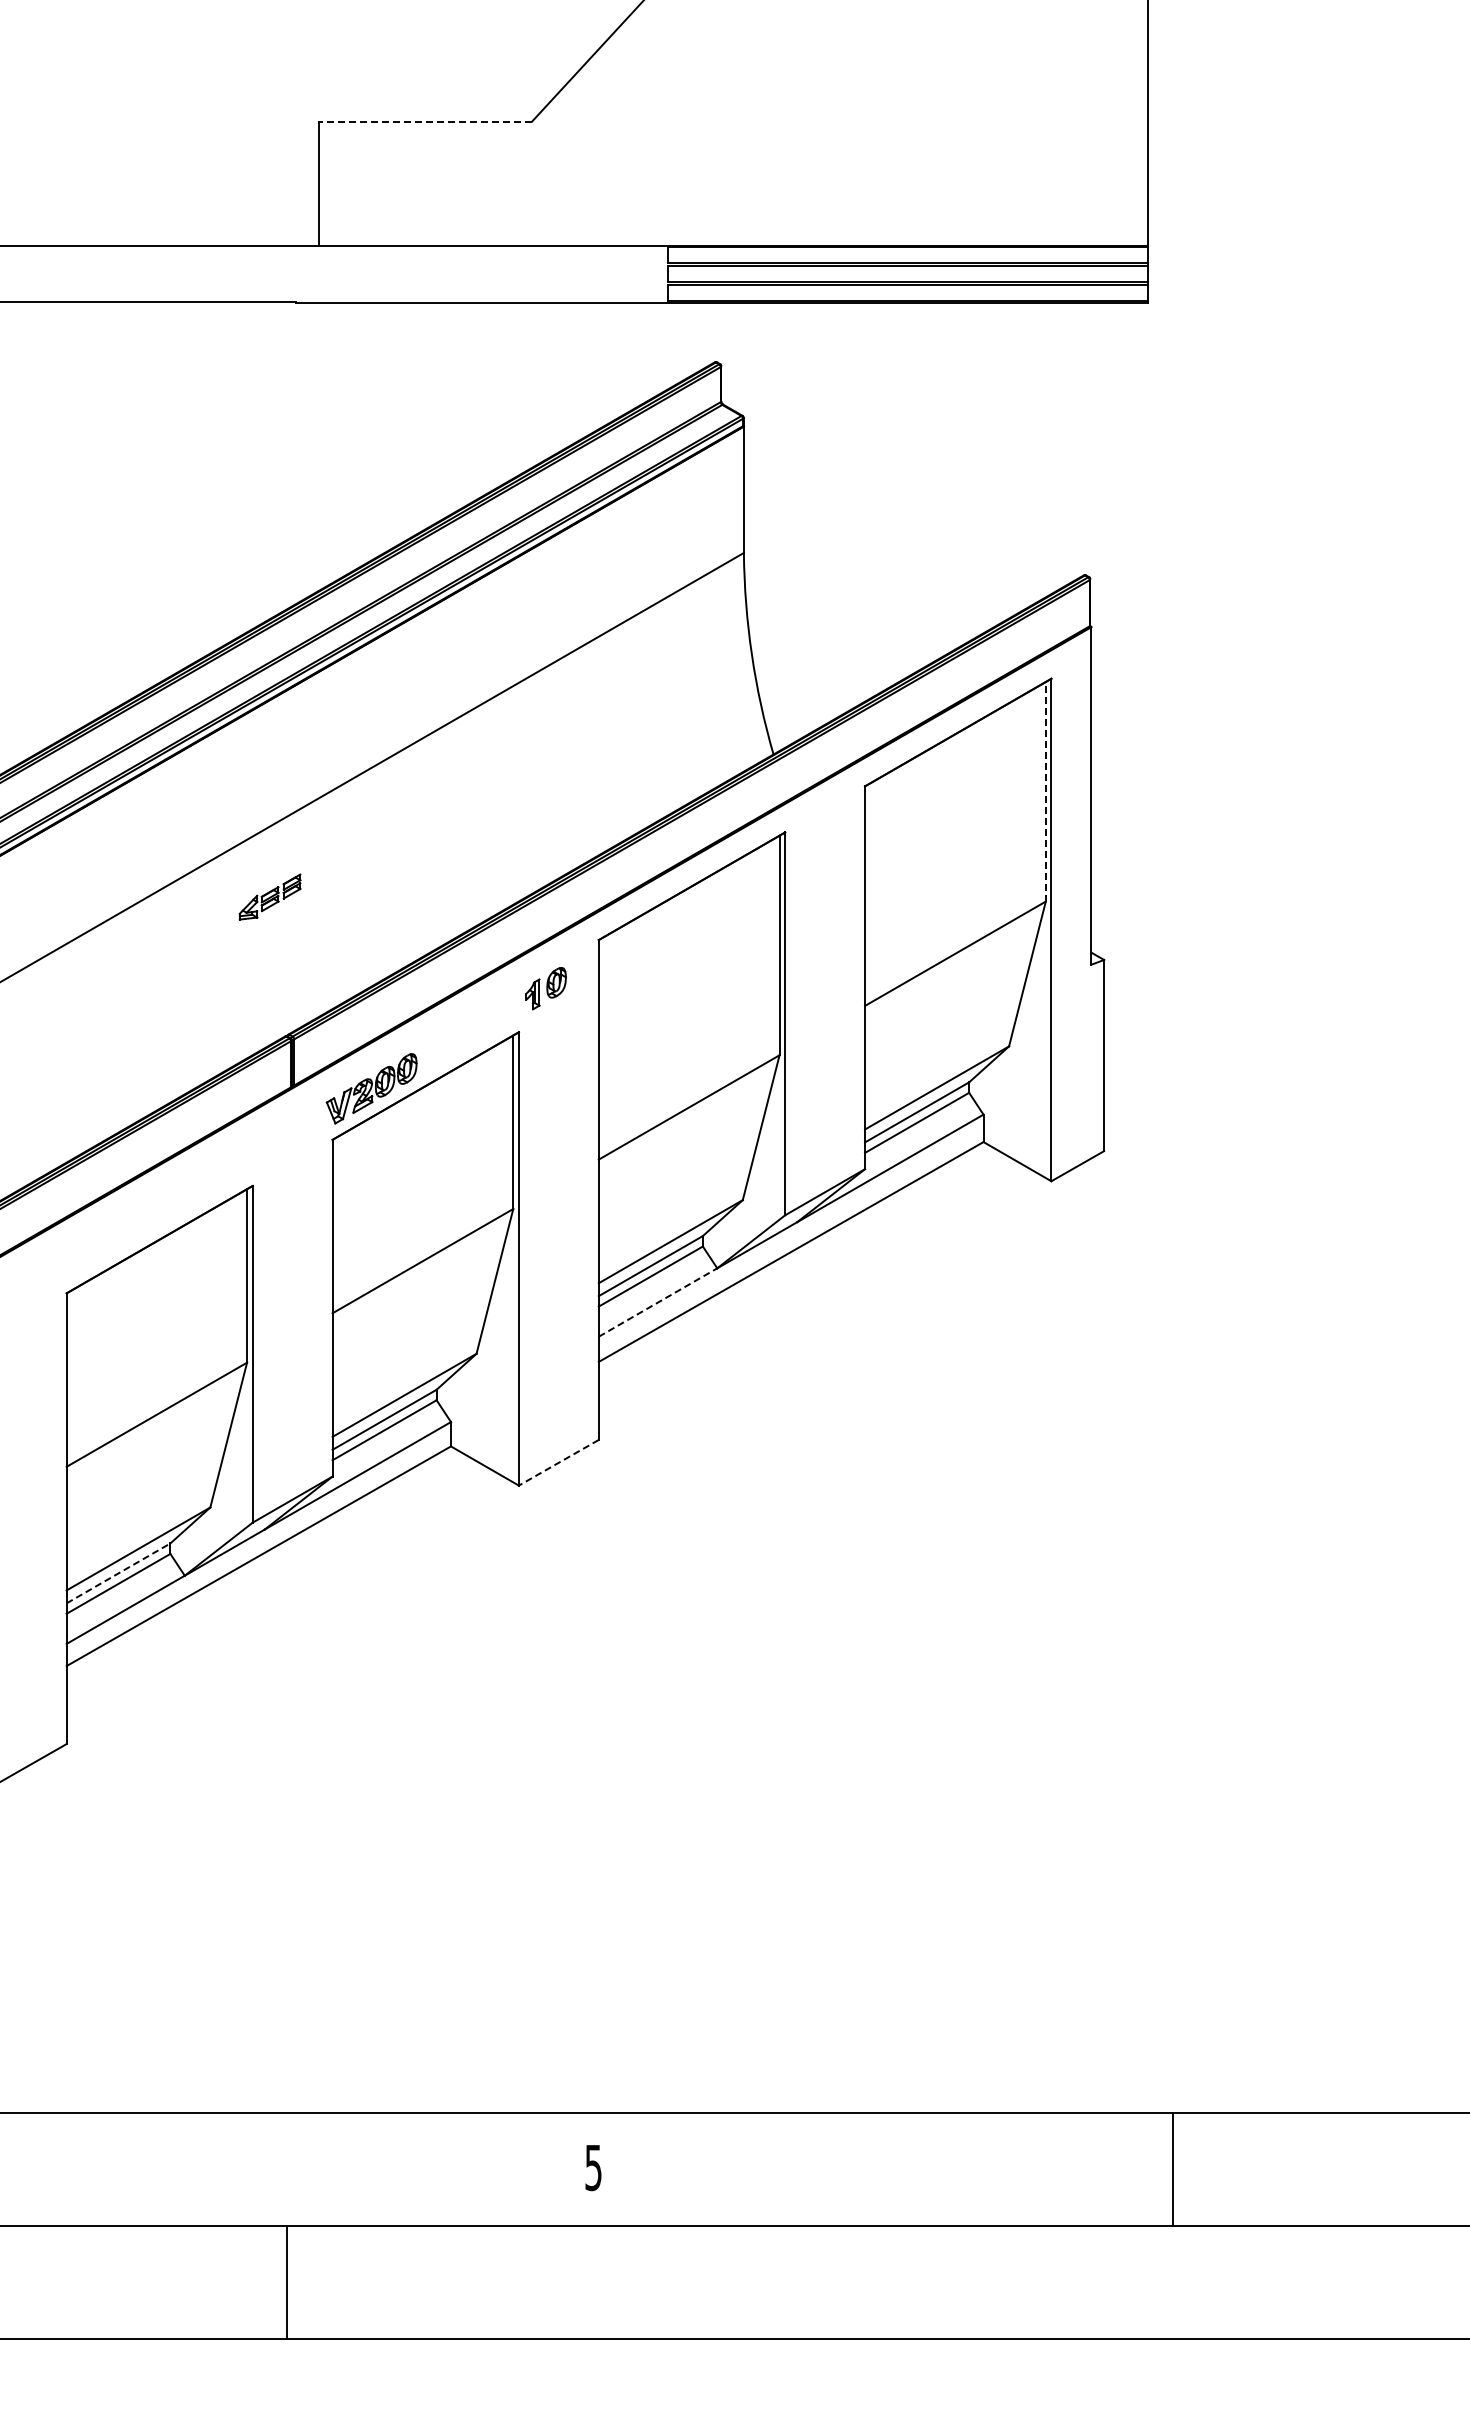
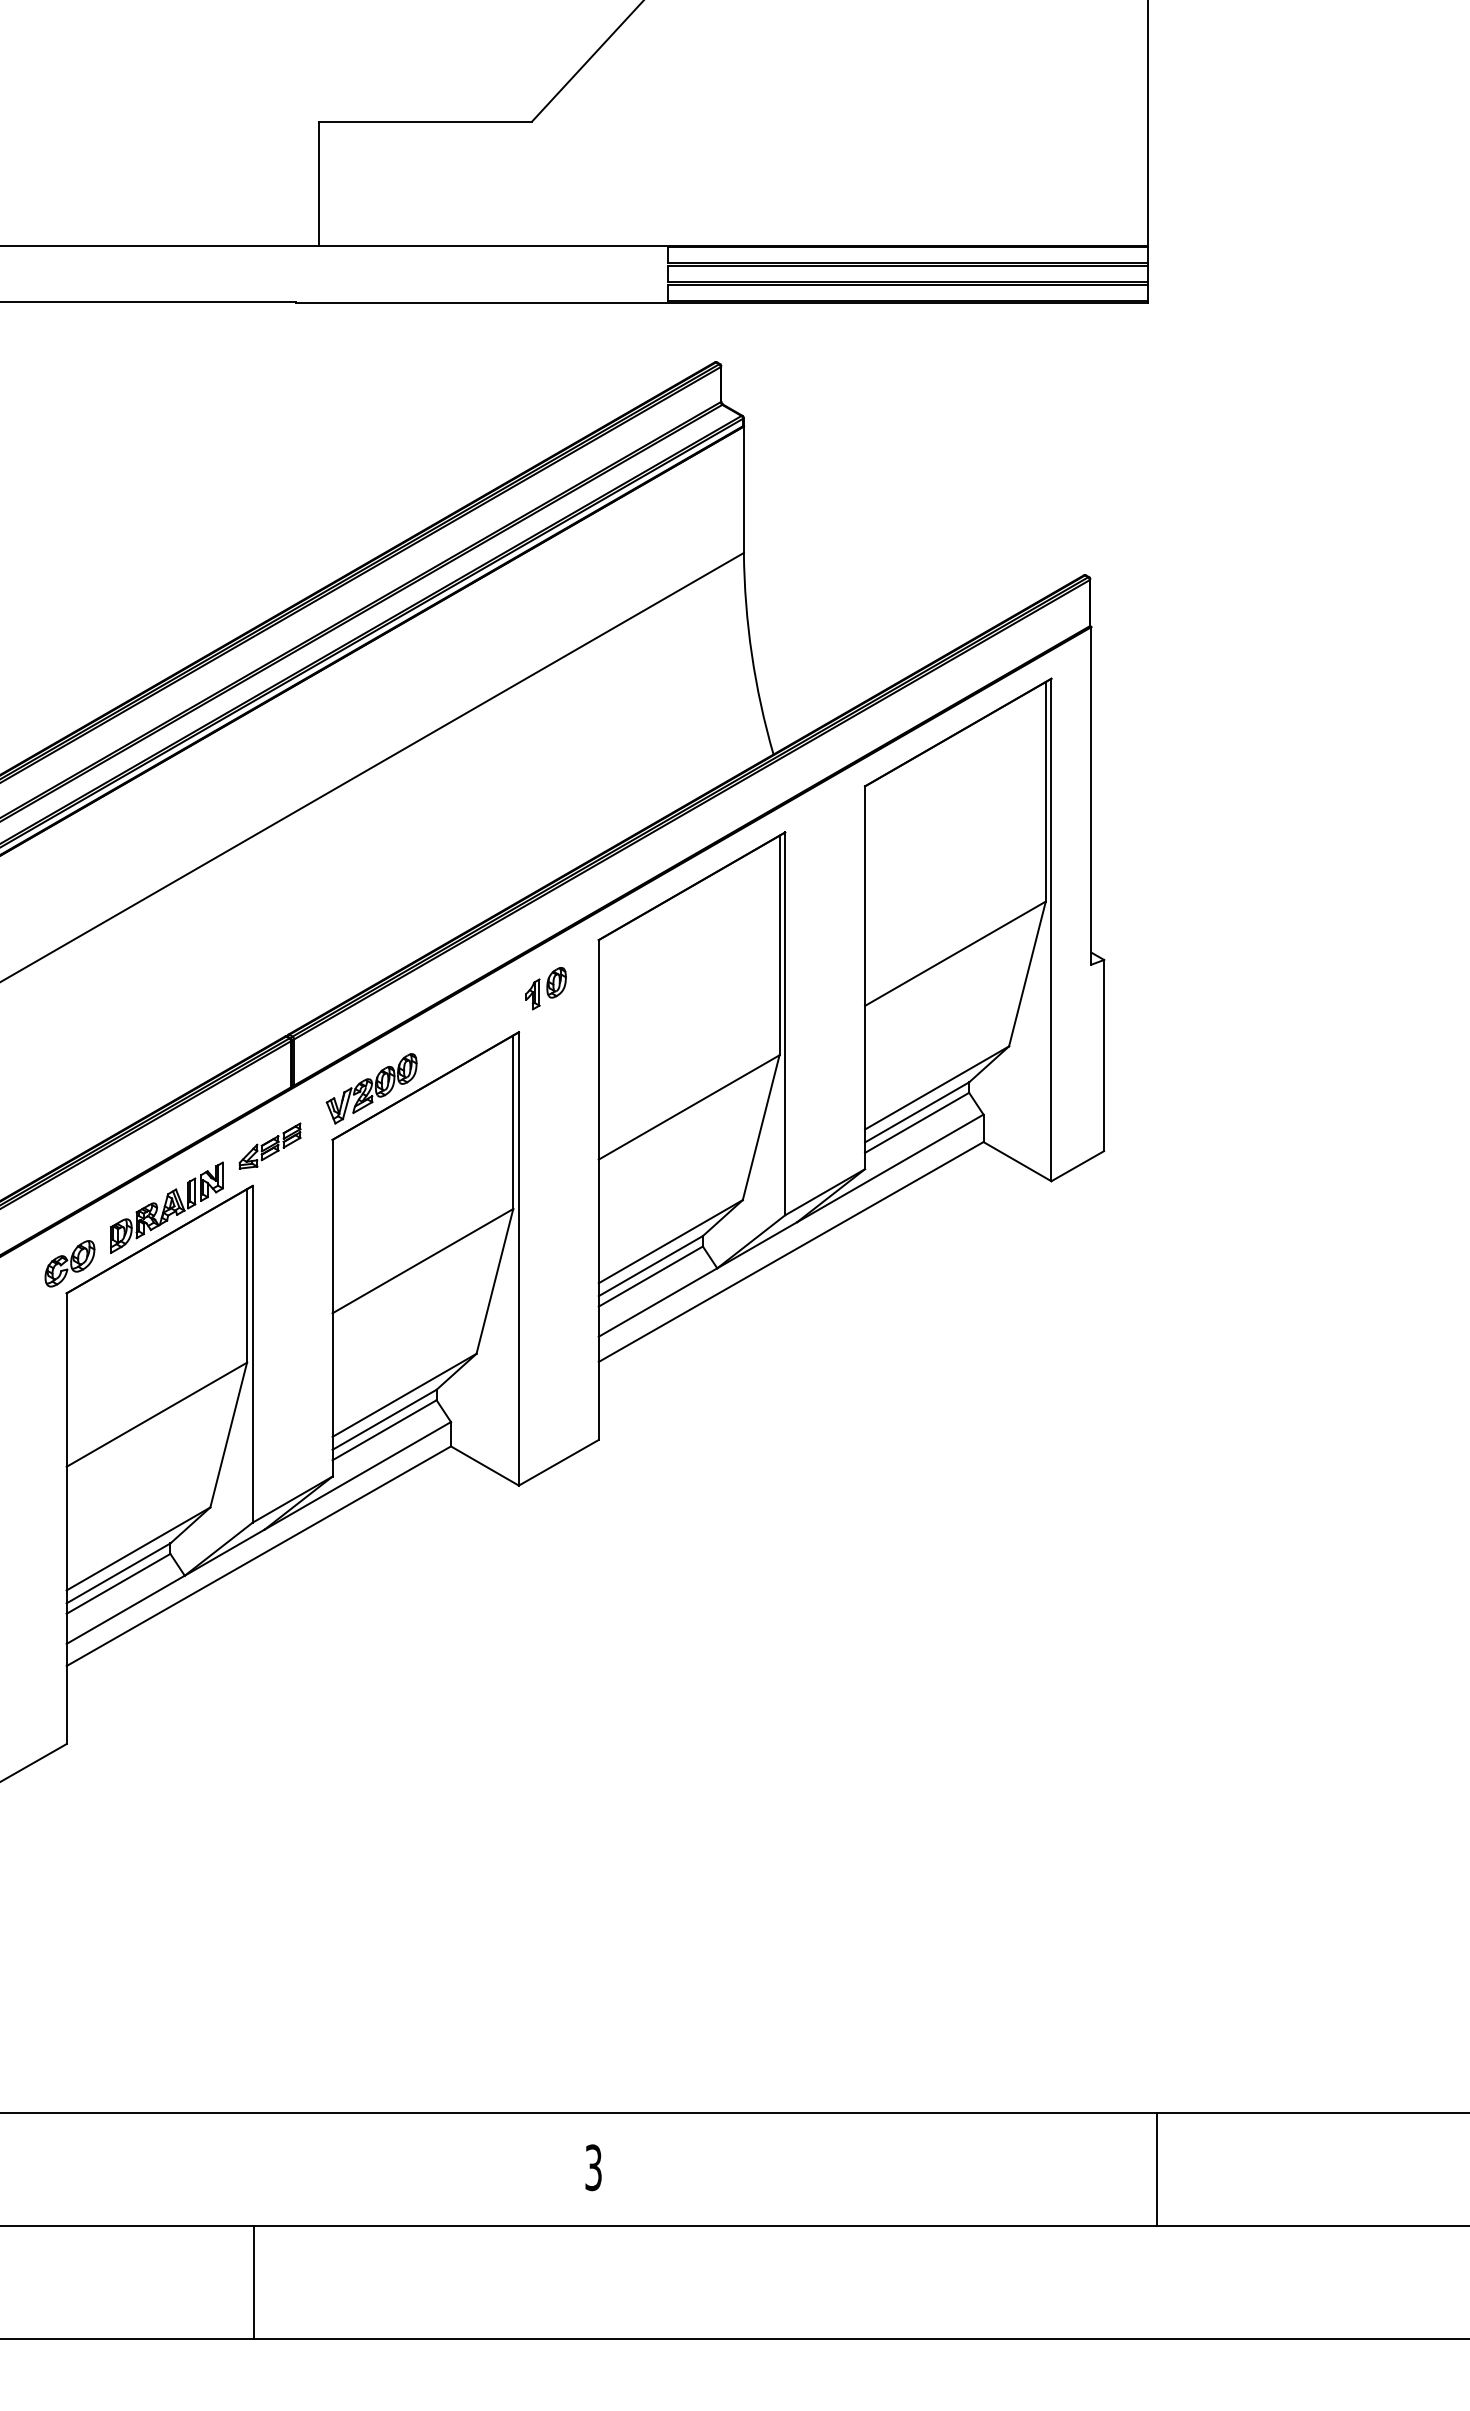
line at (425, 121): dashed -> solid
line at (1045, 791): dashed -> solid
part at (269, 896) position: (269, 896) -> (269, 1145)
part at (166, 1207): none -> present
part at (69, 1263): none -> present
line at (658, 1302): dashed -> solid
line at (558, 1462): dashed -> solid
line at (118, 1573): dashed -> solid
text at (593, 2167): 5 -> 3
line at (1173, 2168) position: (1173, 2168) -> (1157, 2168)
line at (286, 2281) position: (286, 2281) -> (253, 2281)
